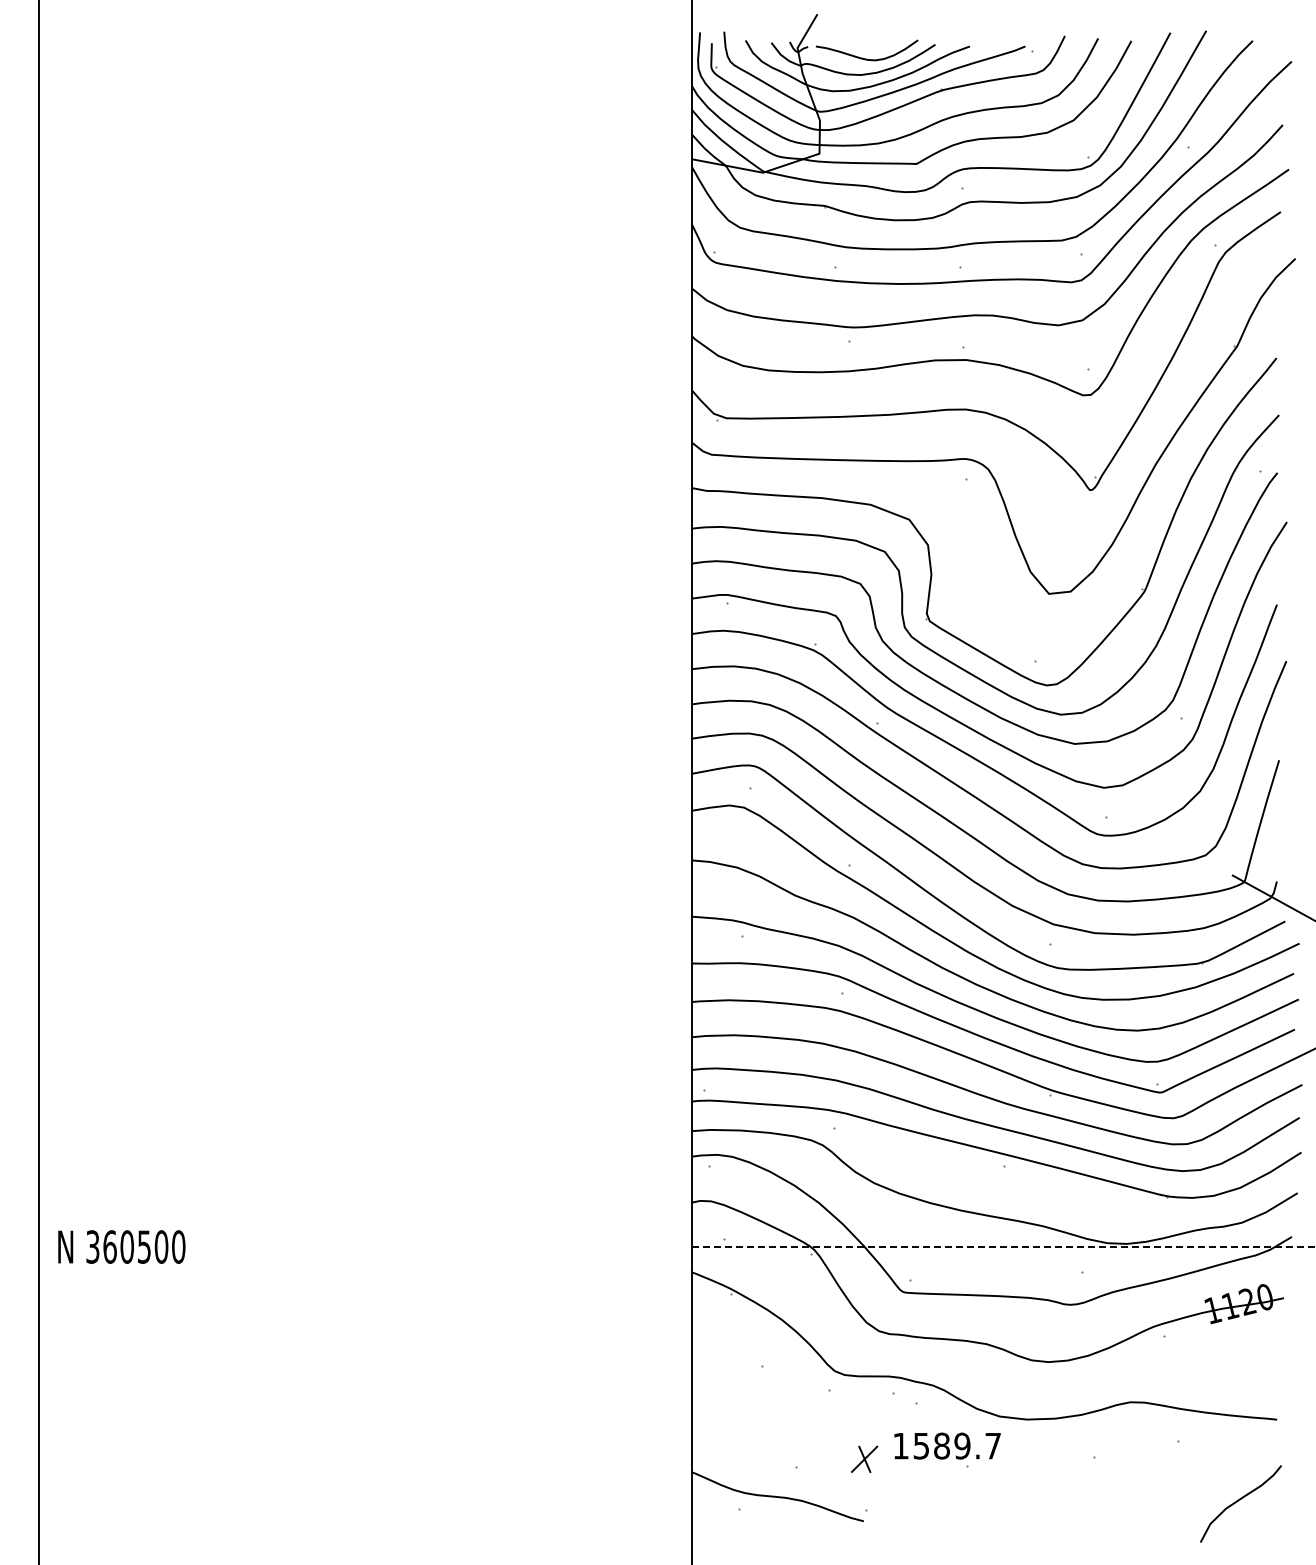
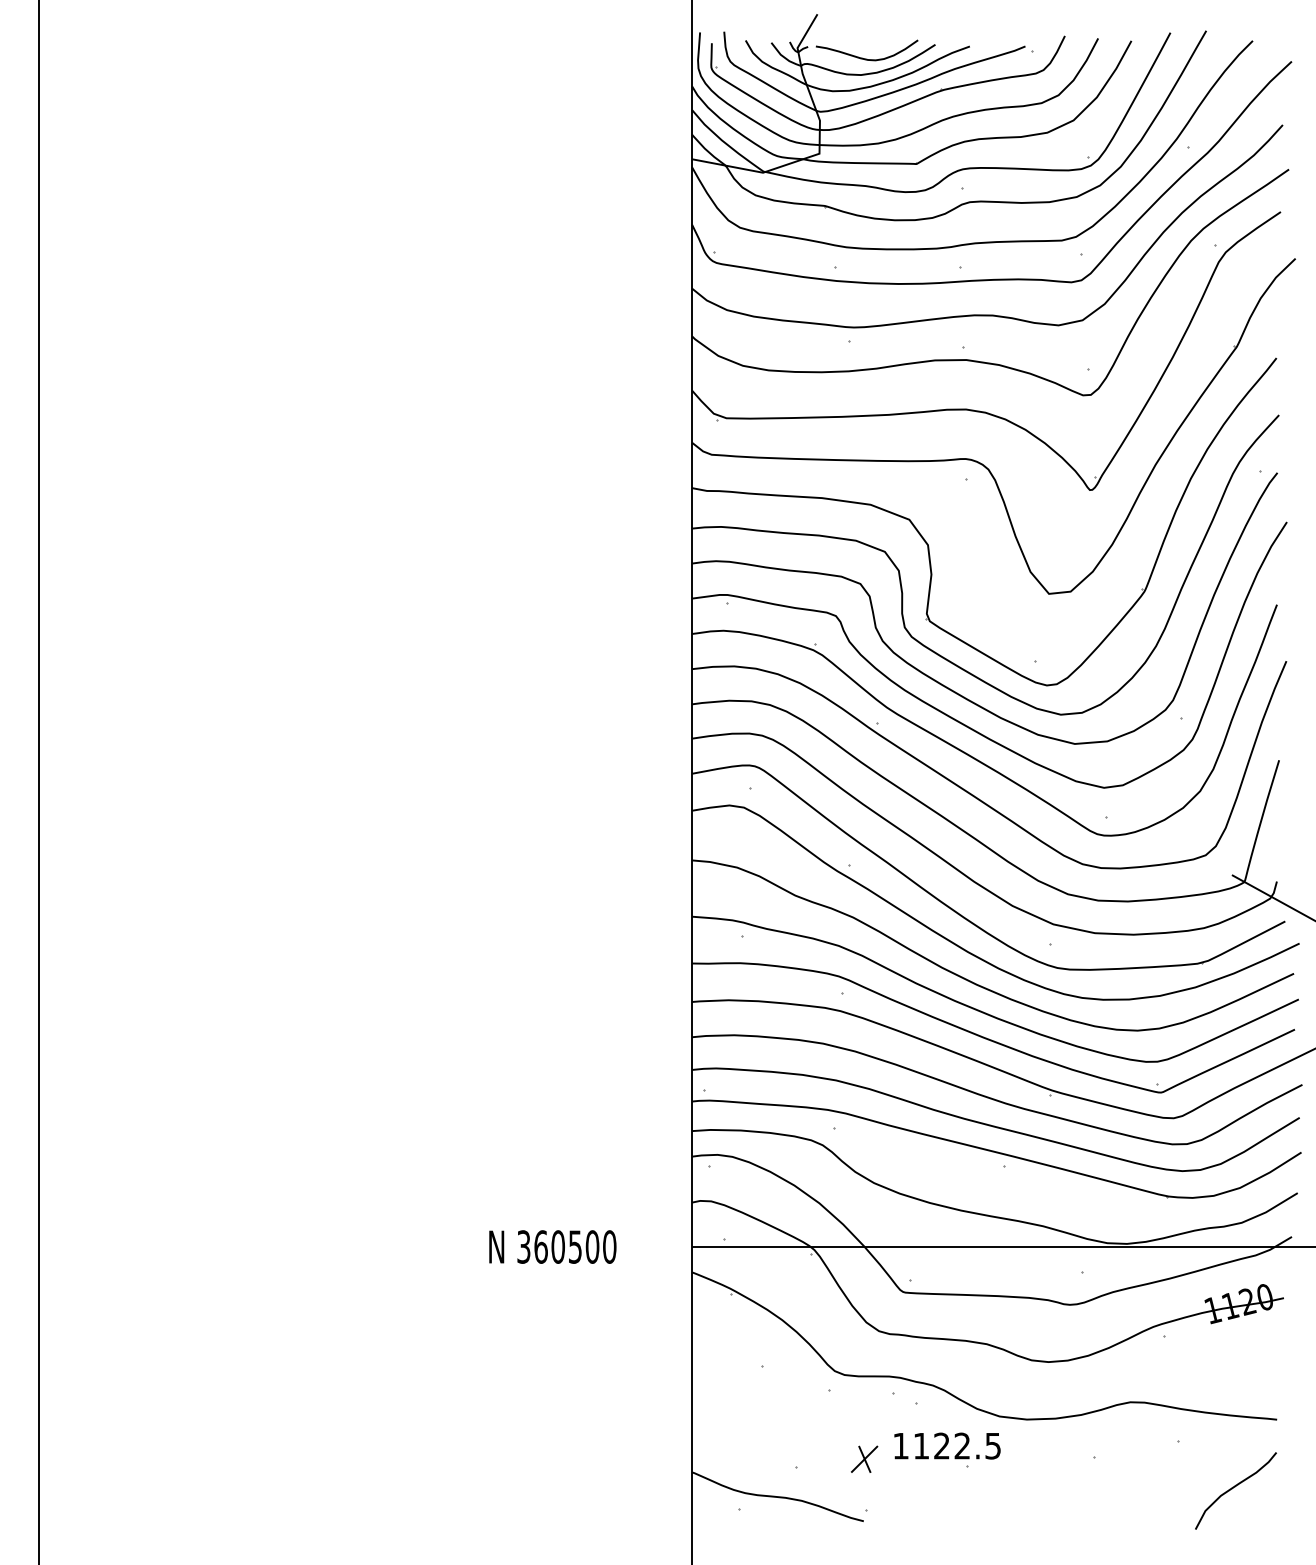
text at (121, 1246) position: (121, 1246) -> (552, 1246)
line at (1003, 1247): dashed -> solid
text at (956, 1445): 1589.7 -> 1122.5
curve at (1238, 1501) position: (1238, 1501) -> (1233, 1488)
